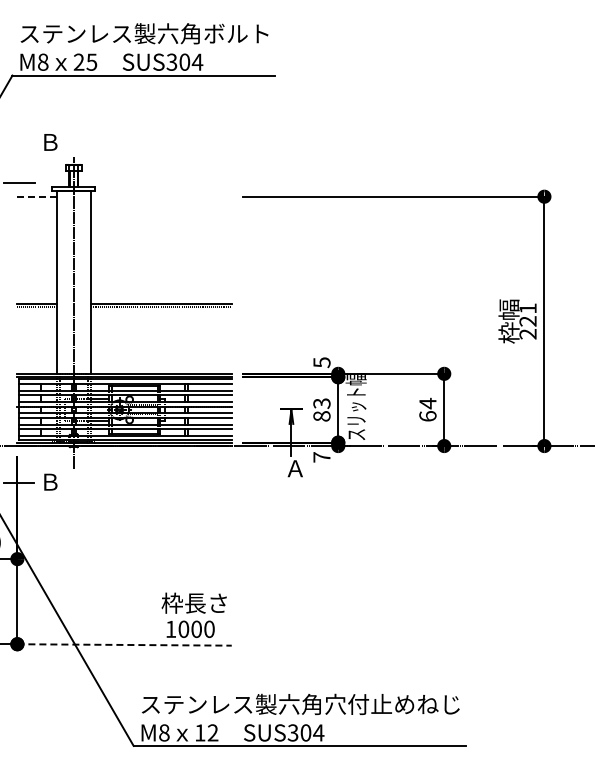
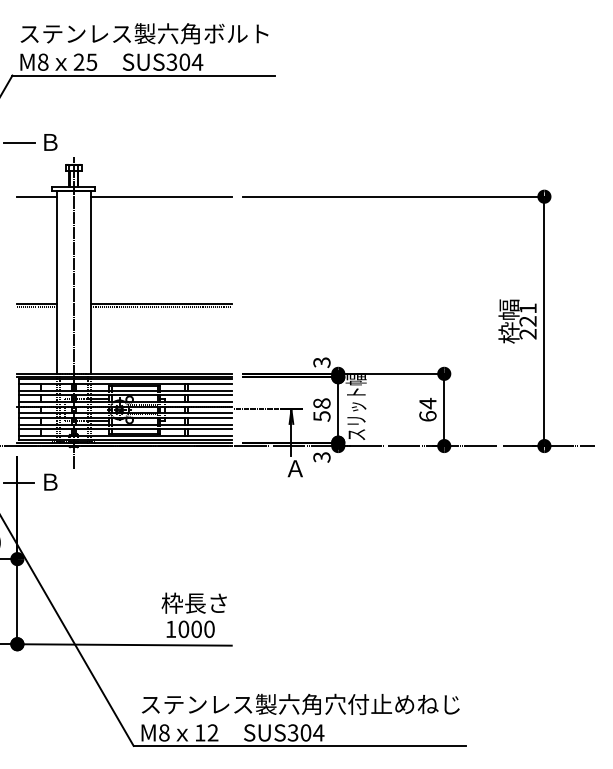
line at (19, 182) position: (19, 182) -> (19, 142)
line at (37, 196): dashed -> solid
line at (160, 196): none -> present
text at (321, 362): 5 -> 3
line at (256, 408): none -> present
text at (321, 409): 83 -> 58
text at (321, 457): 7 -> 3
line at (125, 644): dashed -> solid
